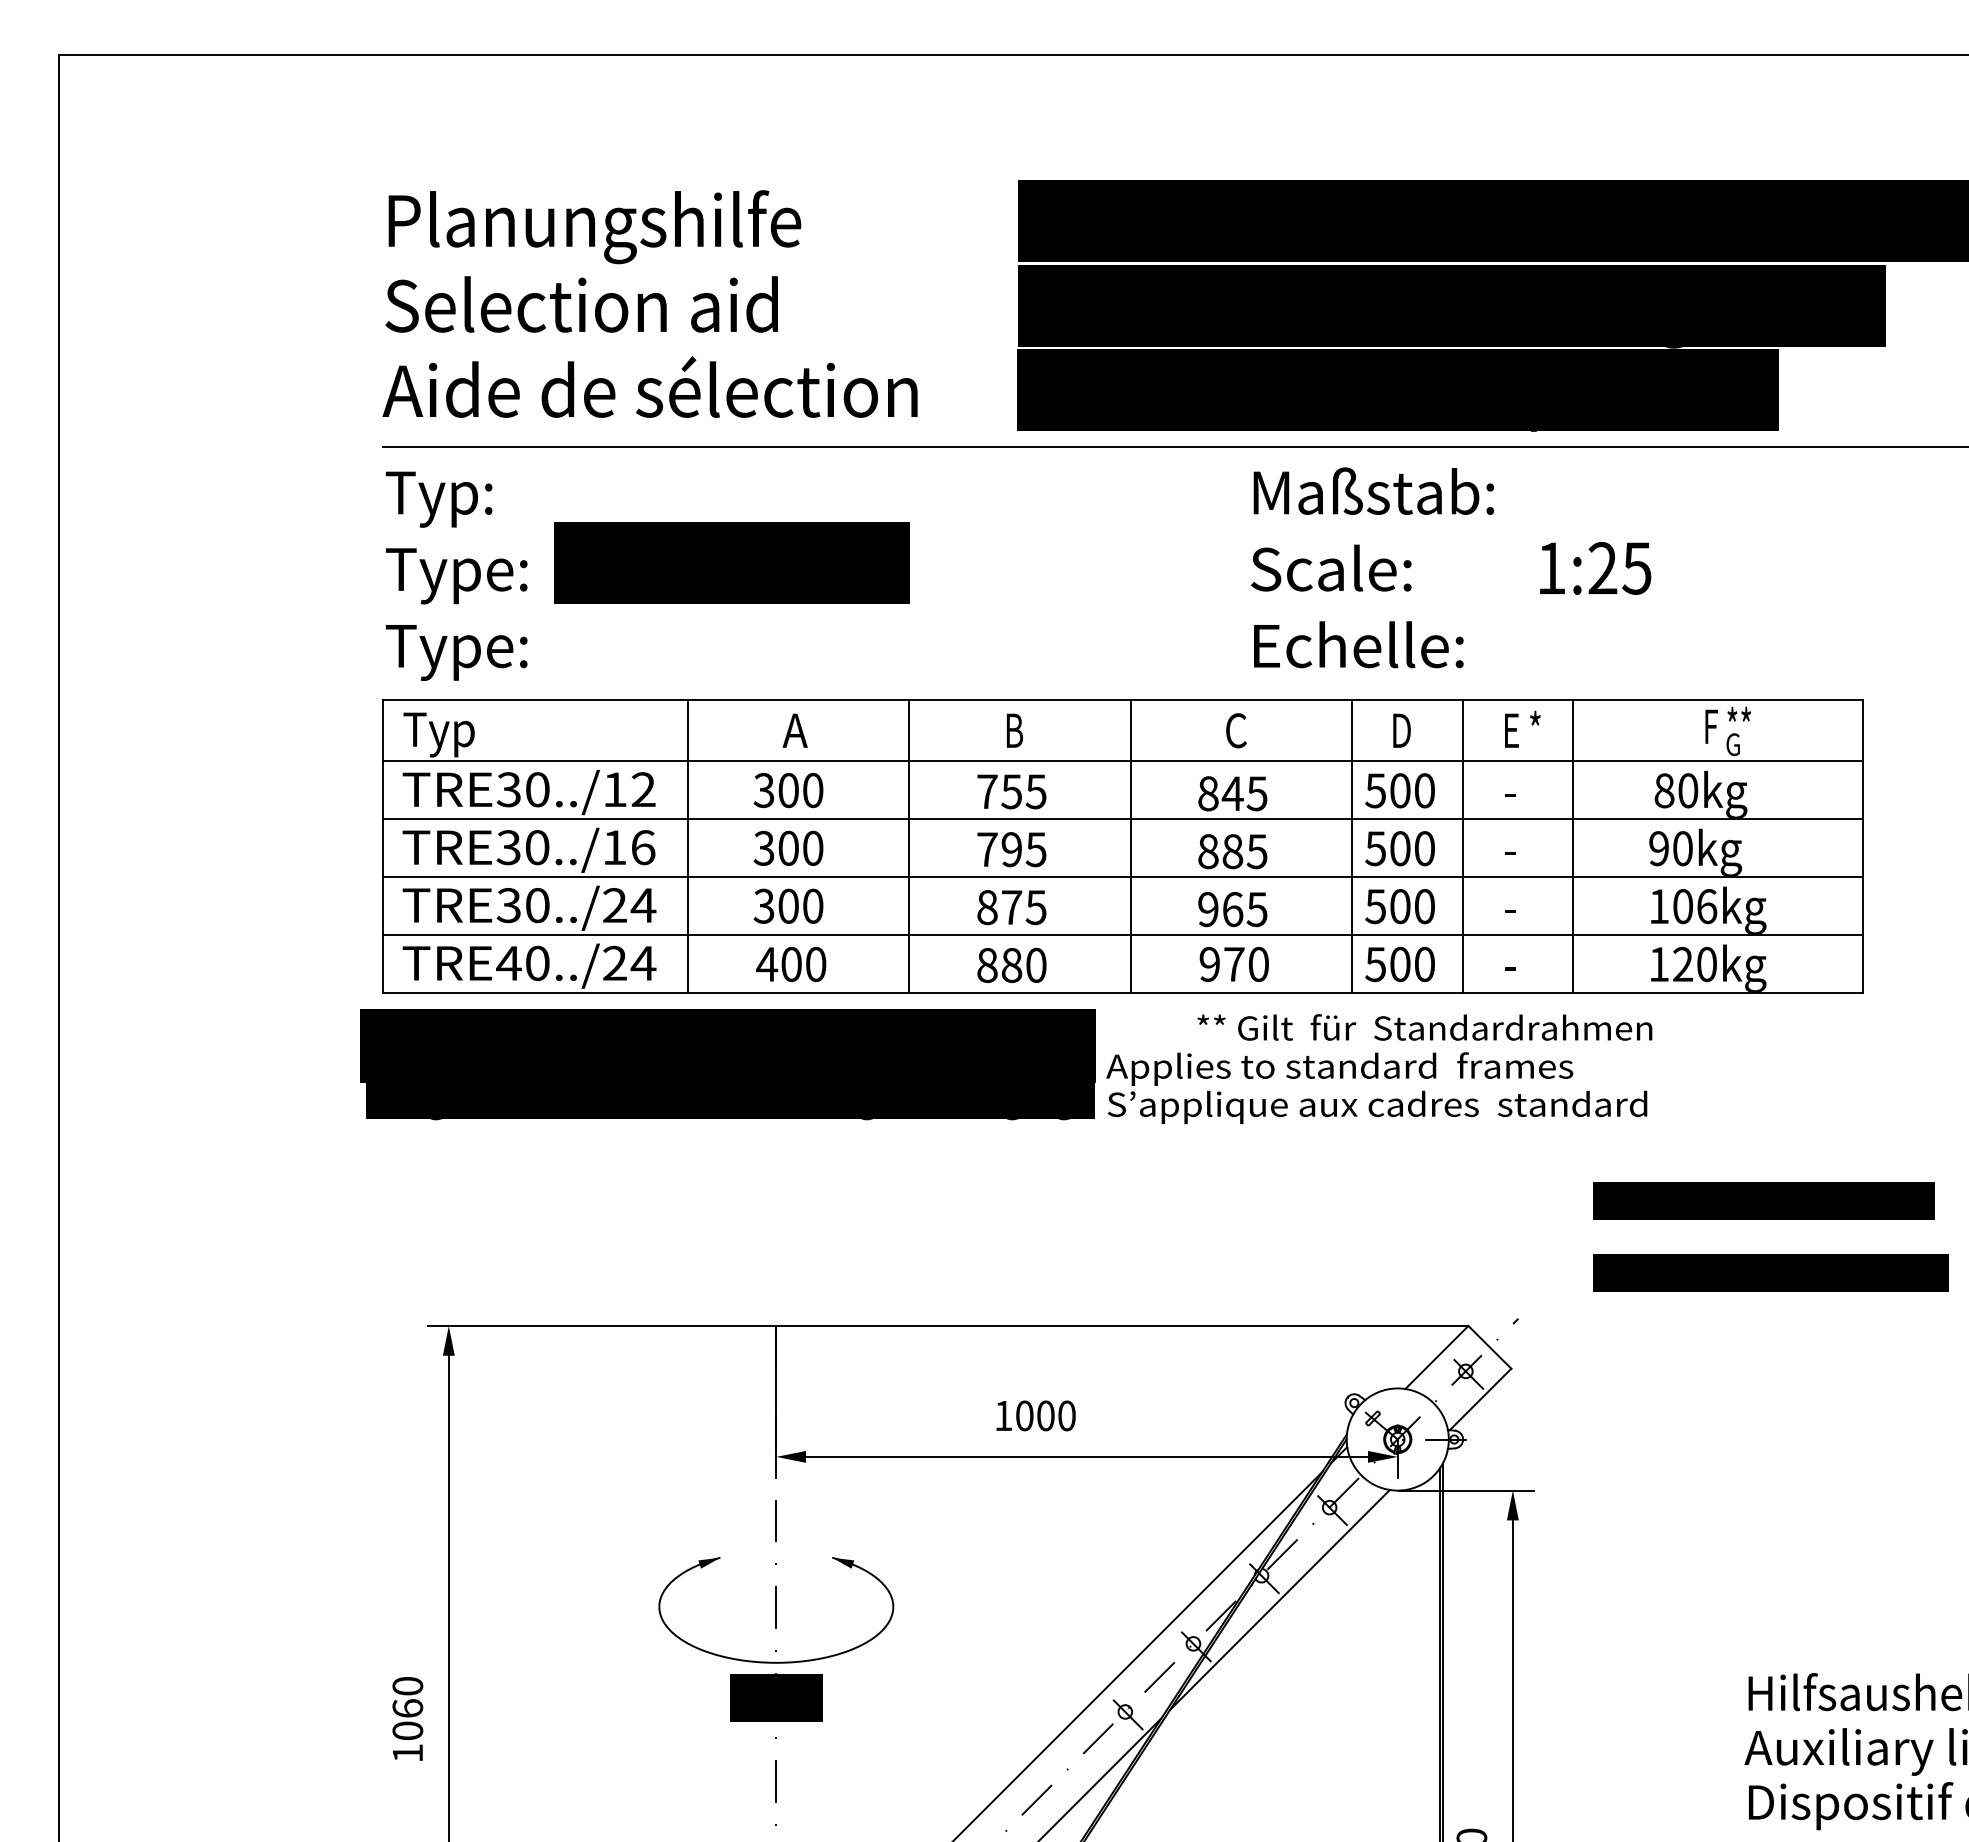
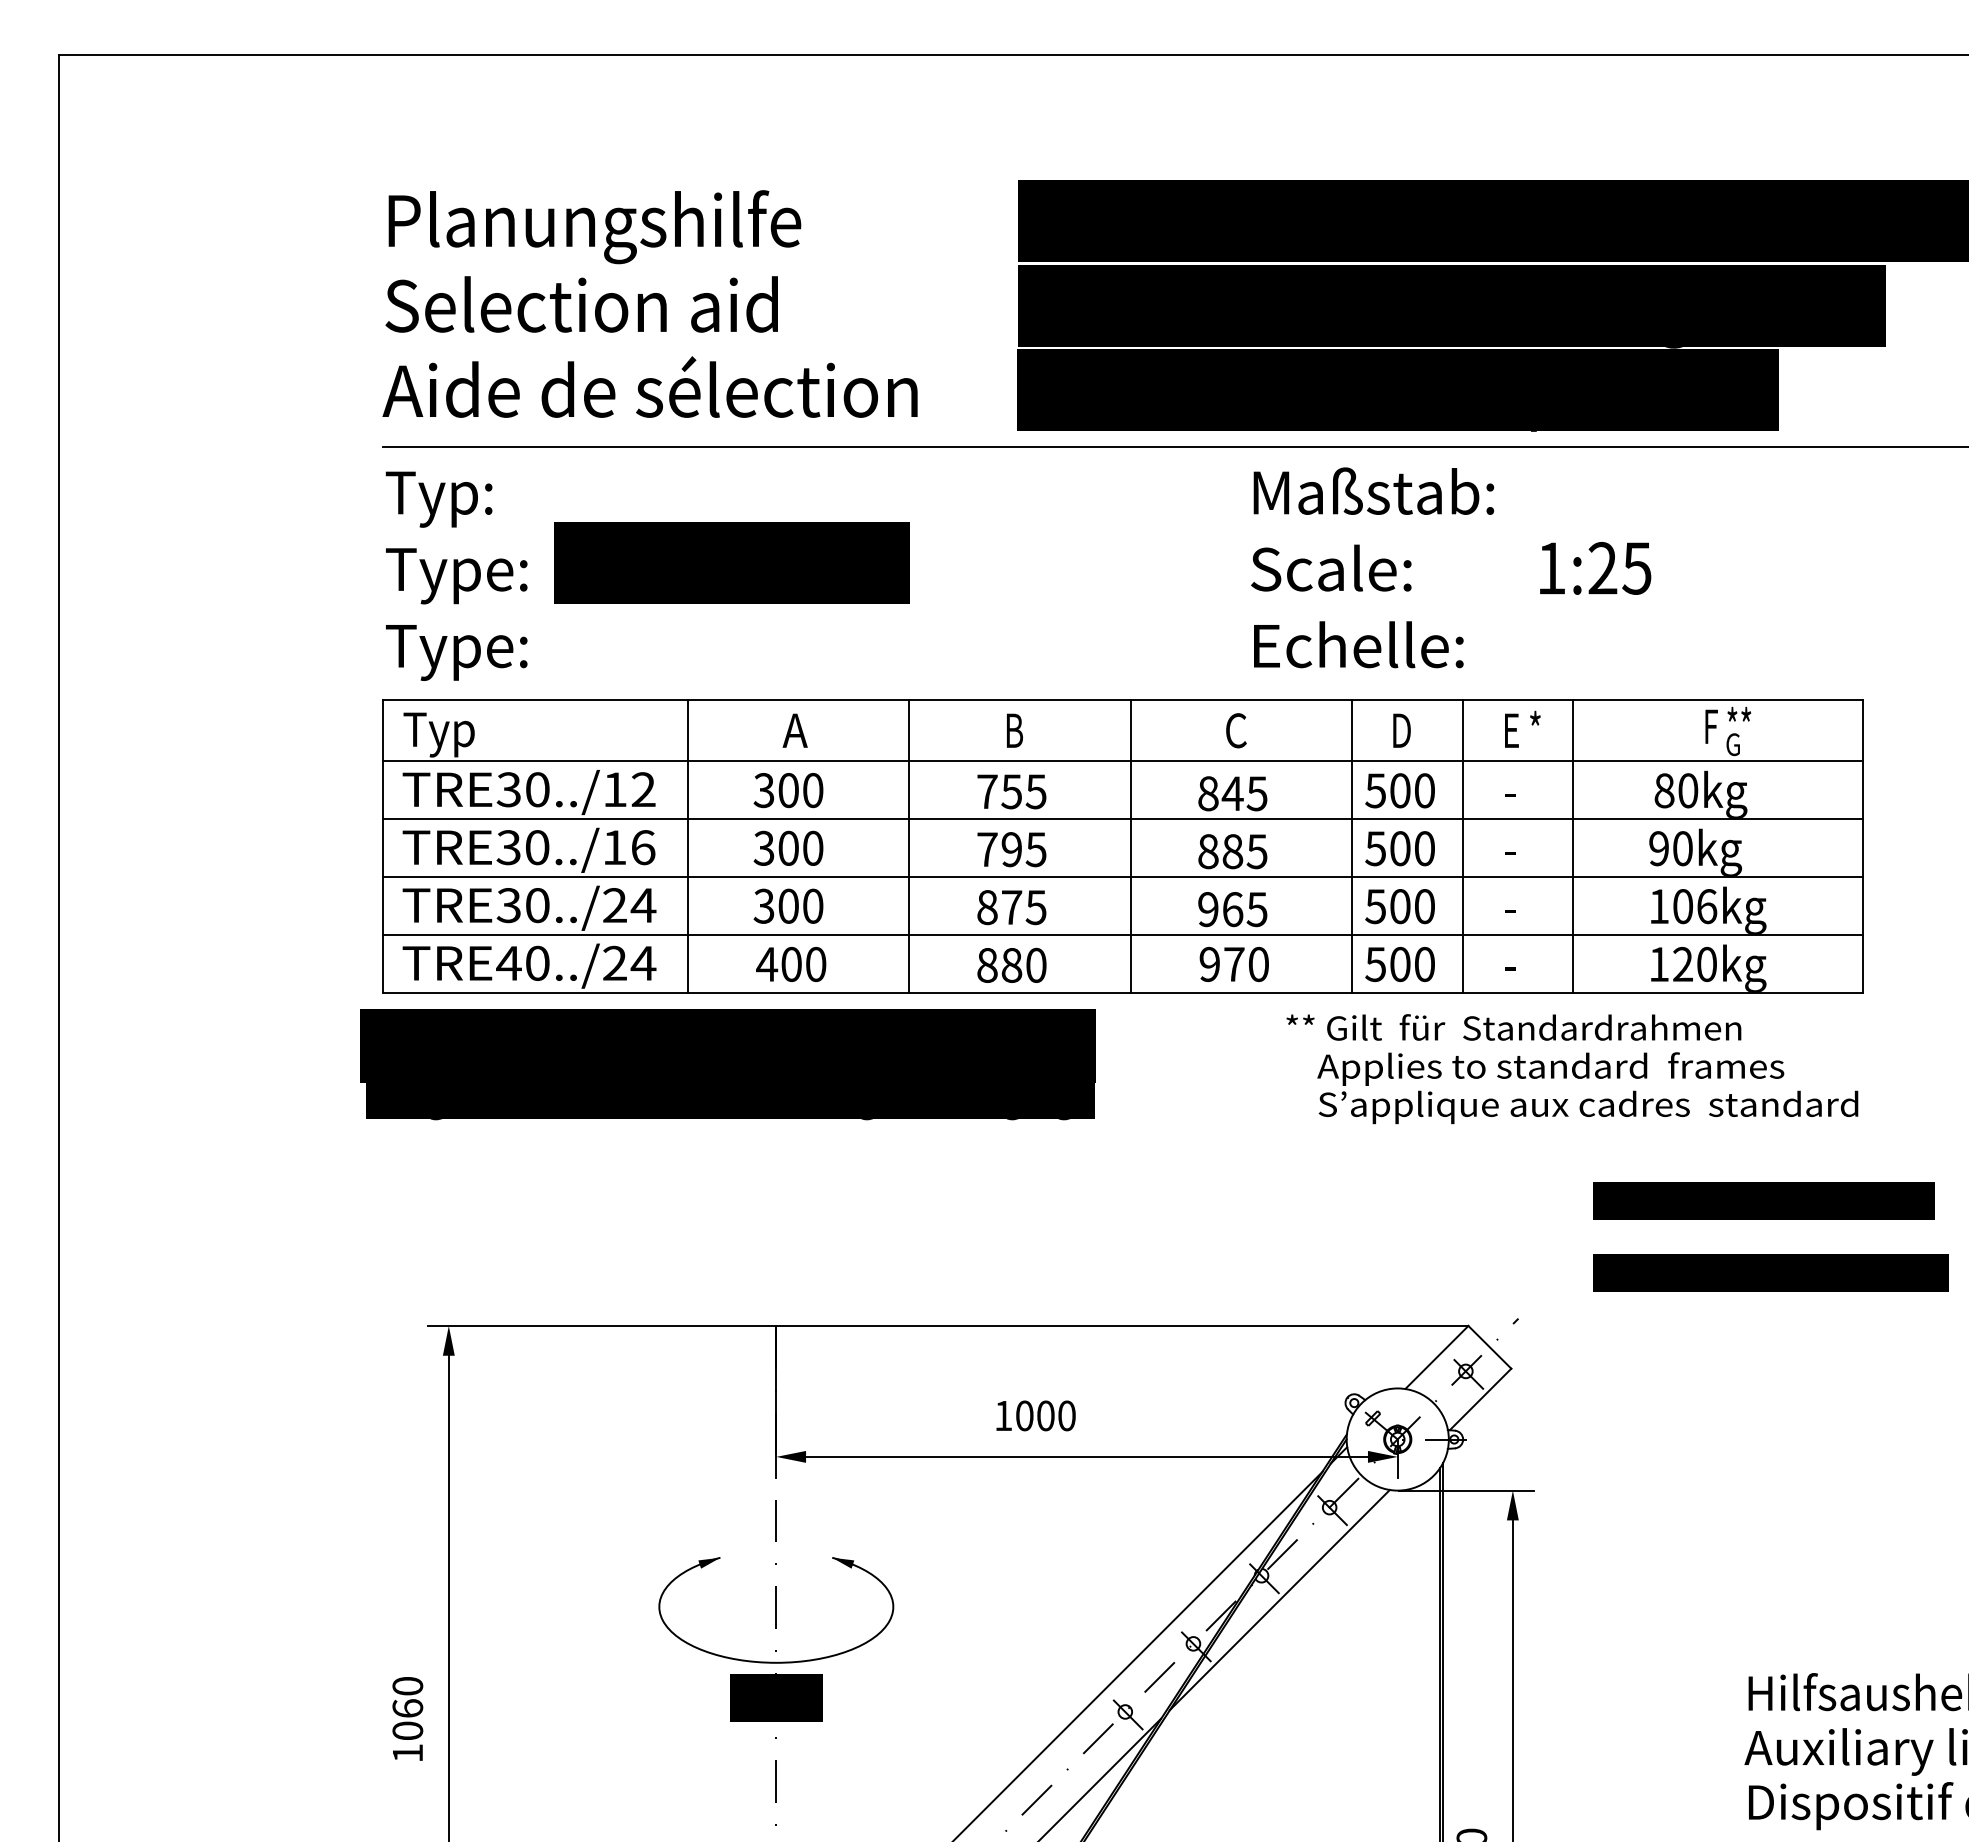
text at (1424, 1027) position: (1424, 1027) -> (1513, 1027)
text at (1376, 1088) position: (1376, 1088) -> (1587, 1088)
